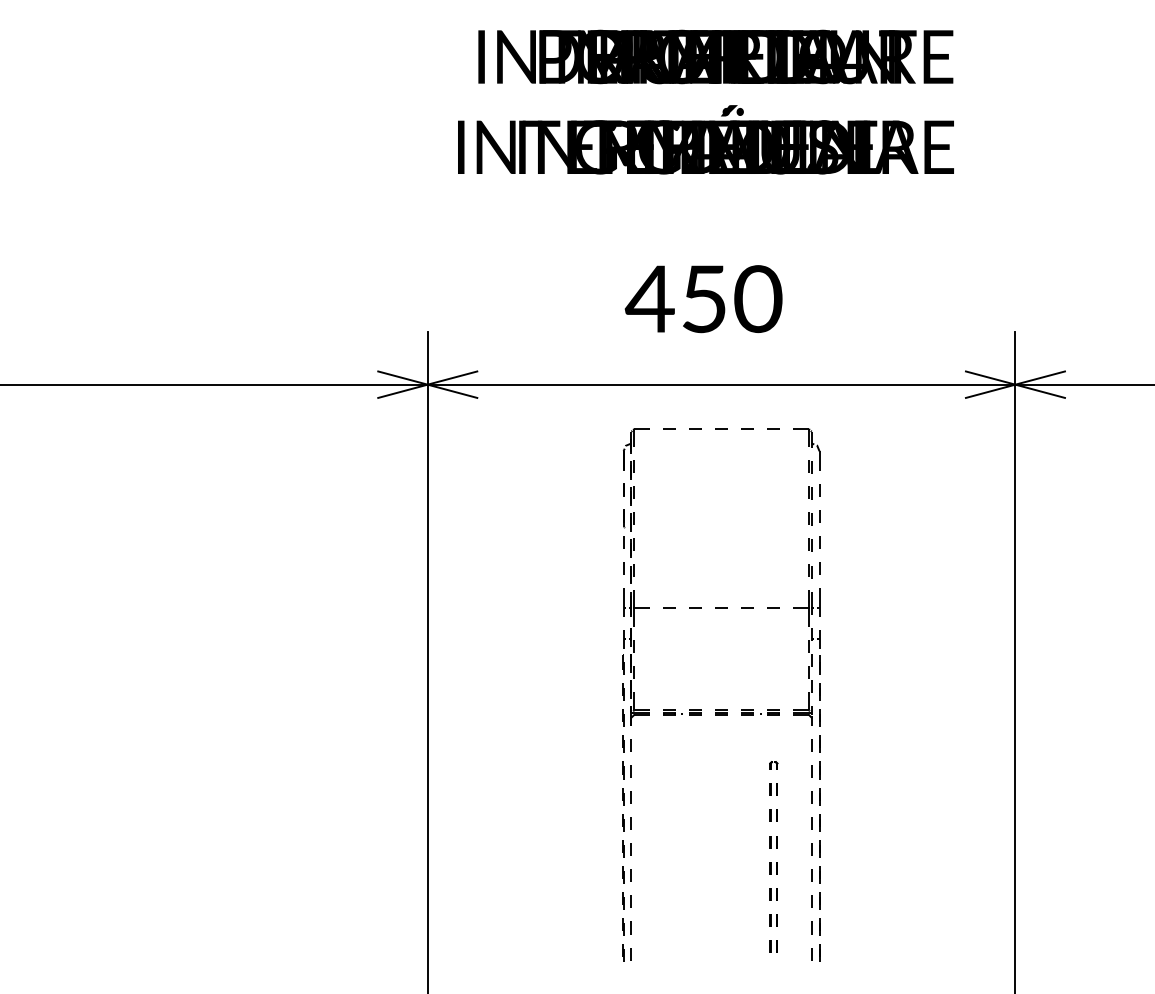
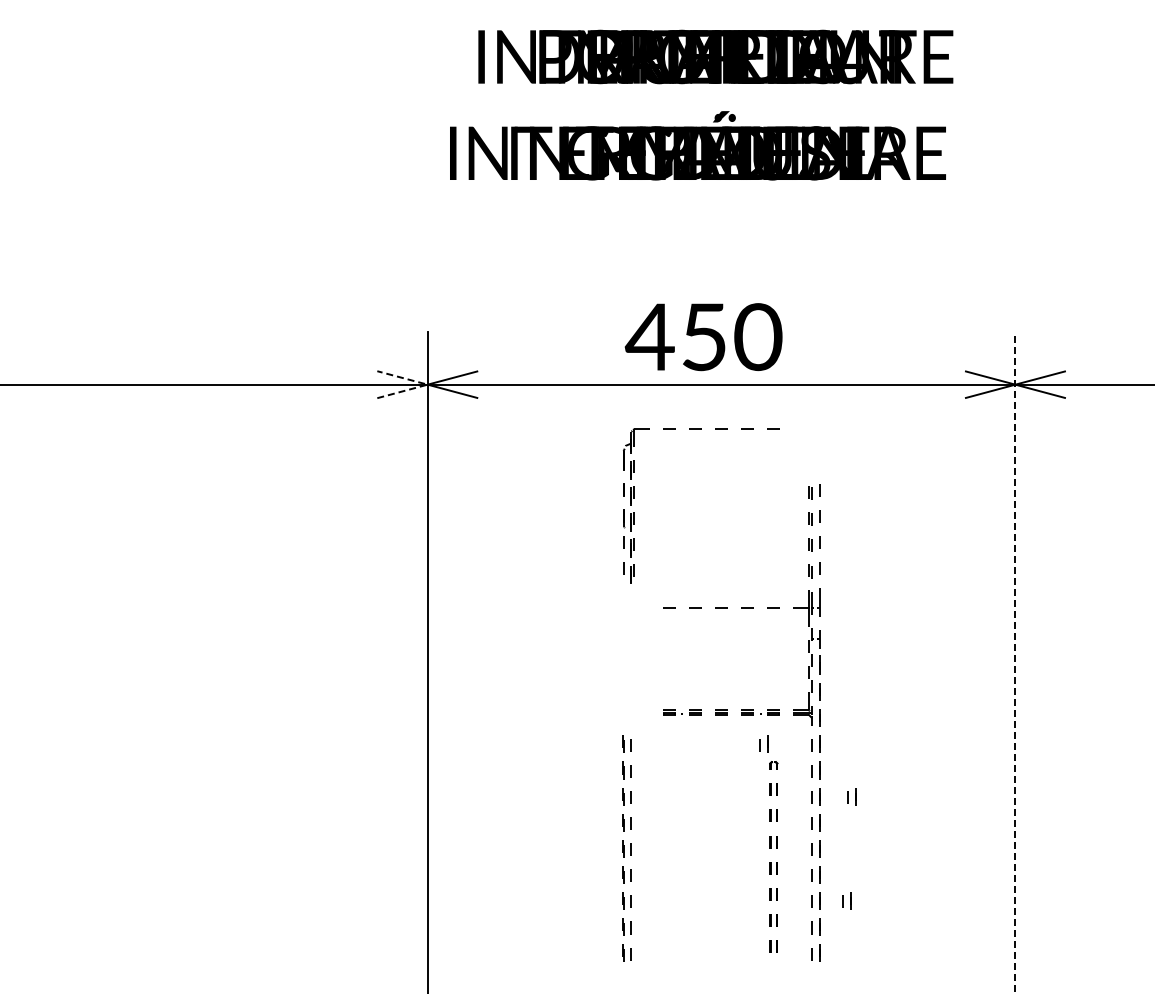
text at (705, 139) position: (705, 139) -> (697, 145)
text at (703, 299) position: (703, 299) -> (703, 337)
line at (427, 384): solid -> dashed
part at (806, 450): present -> none
part at (635, 657): present -> none
line at (1015, 662): solid -> dashed
part at (763, 743): none -> present
part at (851, 796): none -> present
part at (846, 900): none -> present
